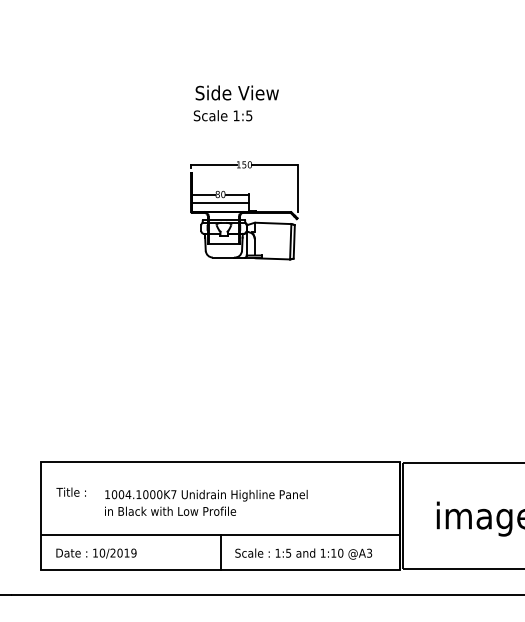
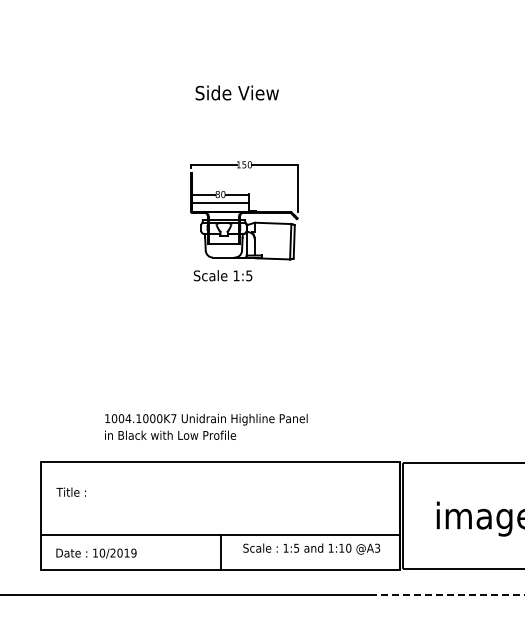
text at (222, 115) position: (222, 115) -> (222, 275)
text at (206, 502) position: (206, 502) -> (206, 426)
text at (303, 553) position: (303, 553) -> (311, 548)
line at (447, 595): solid -> dashed
